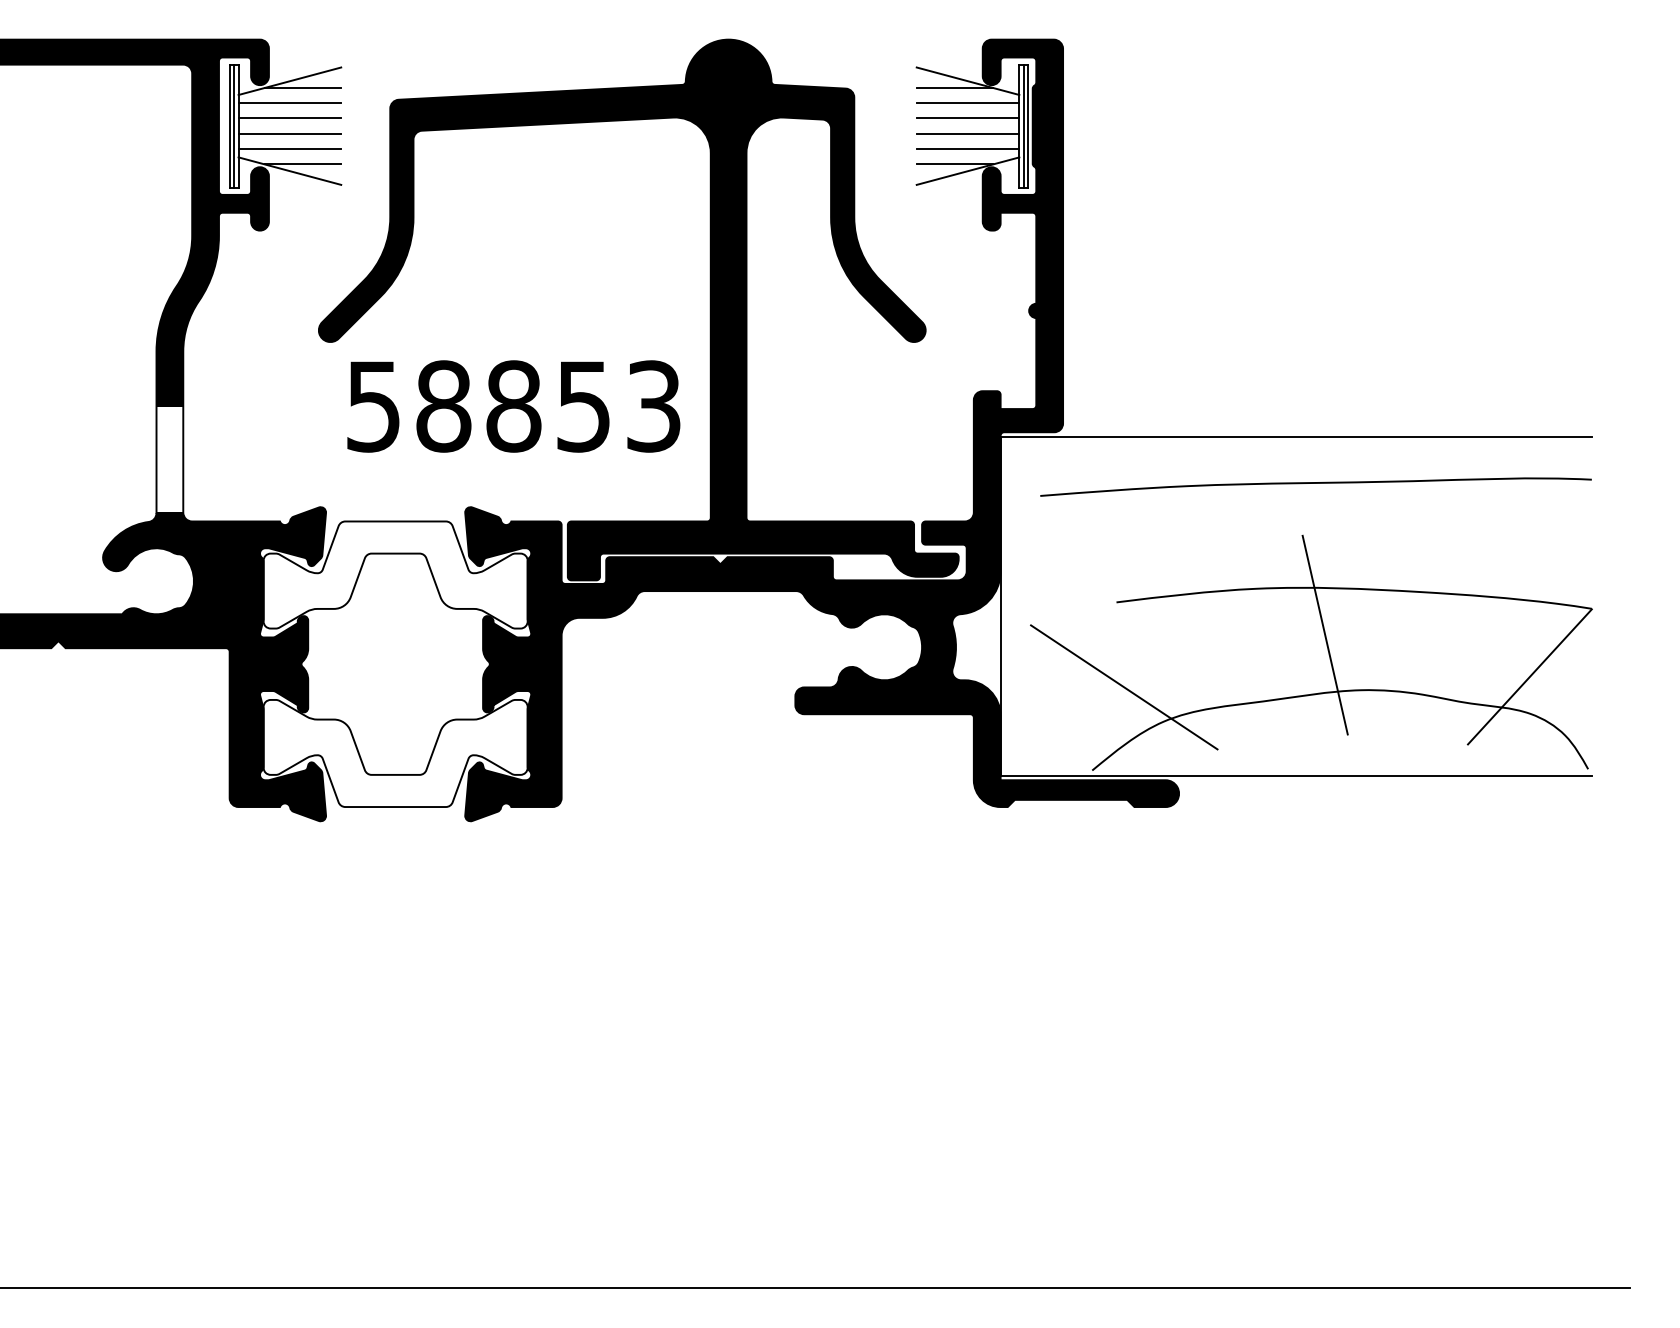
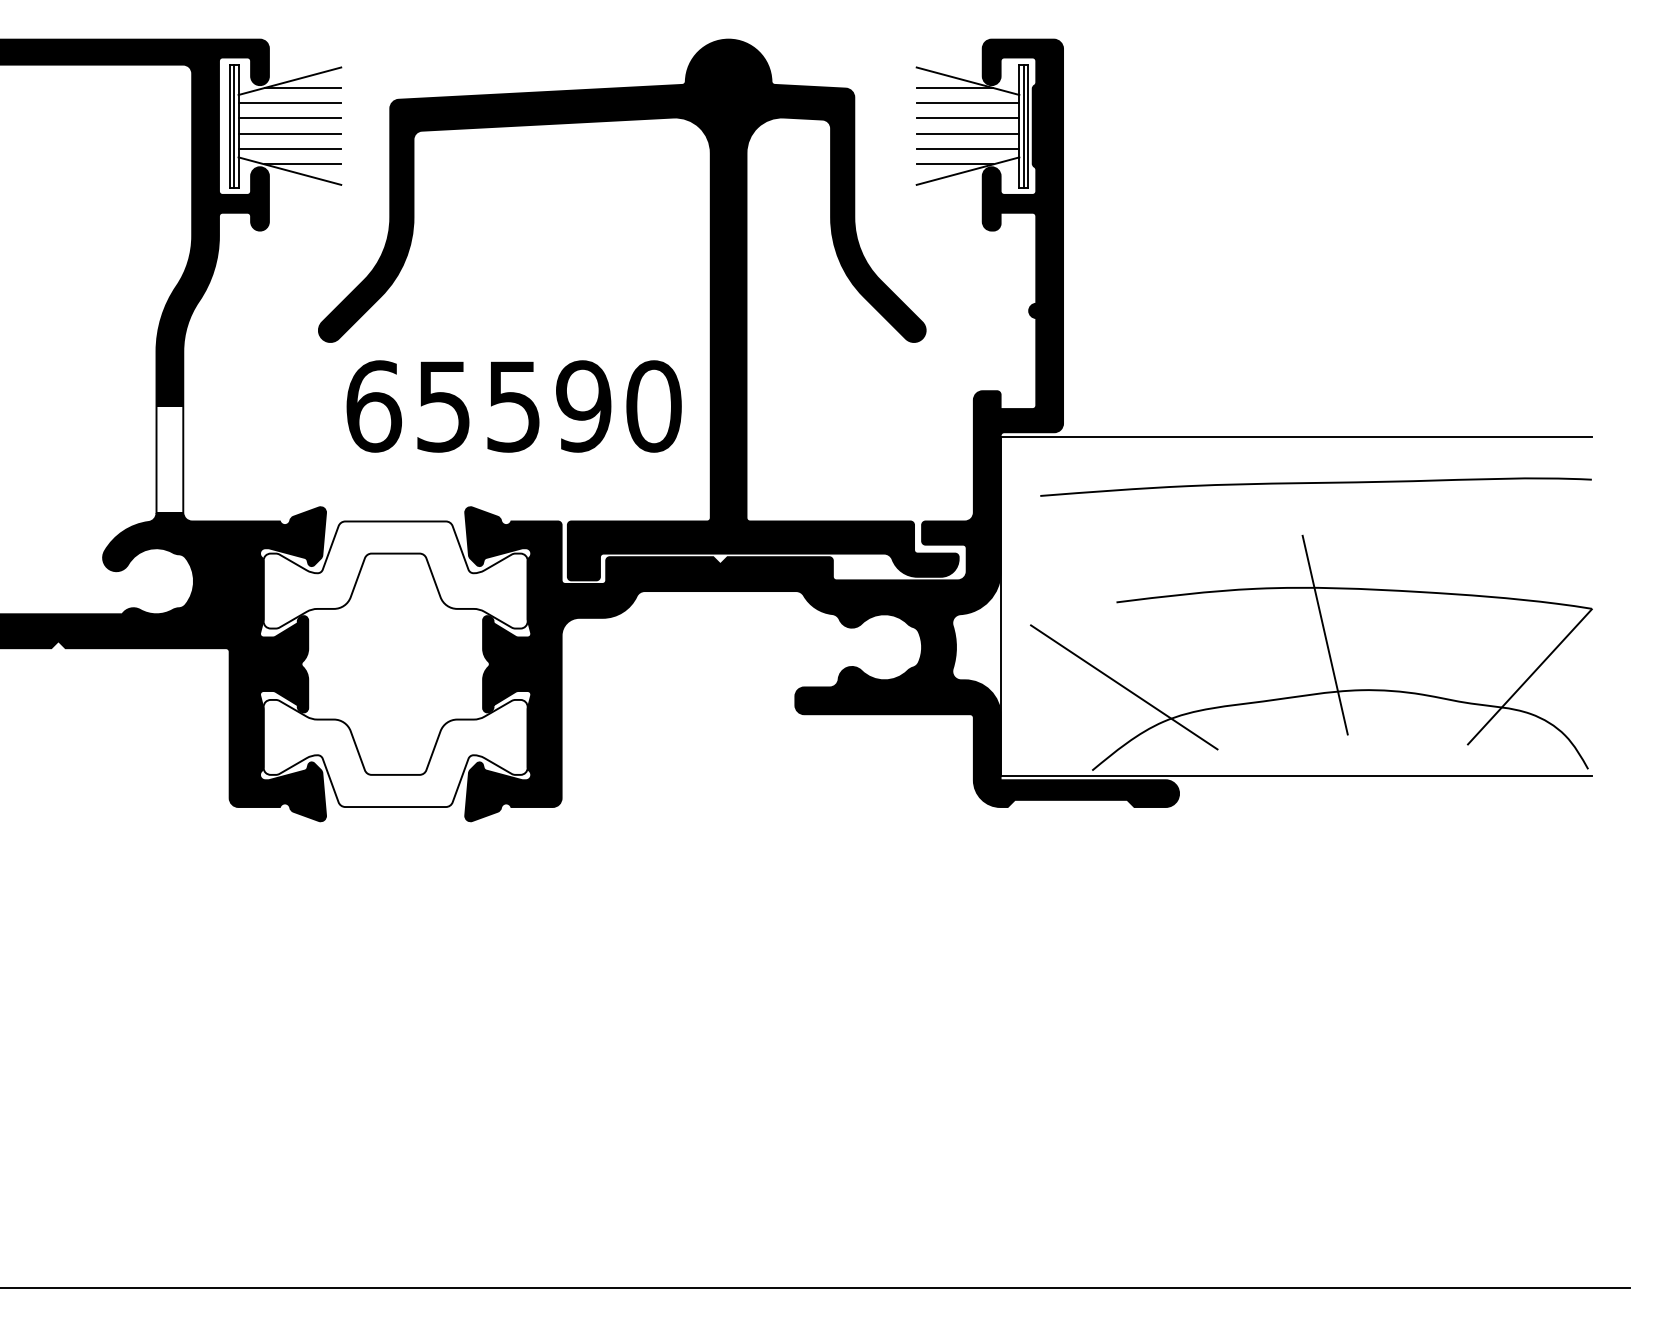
text at (513, 406): 58853 -> 65590
